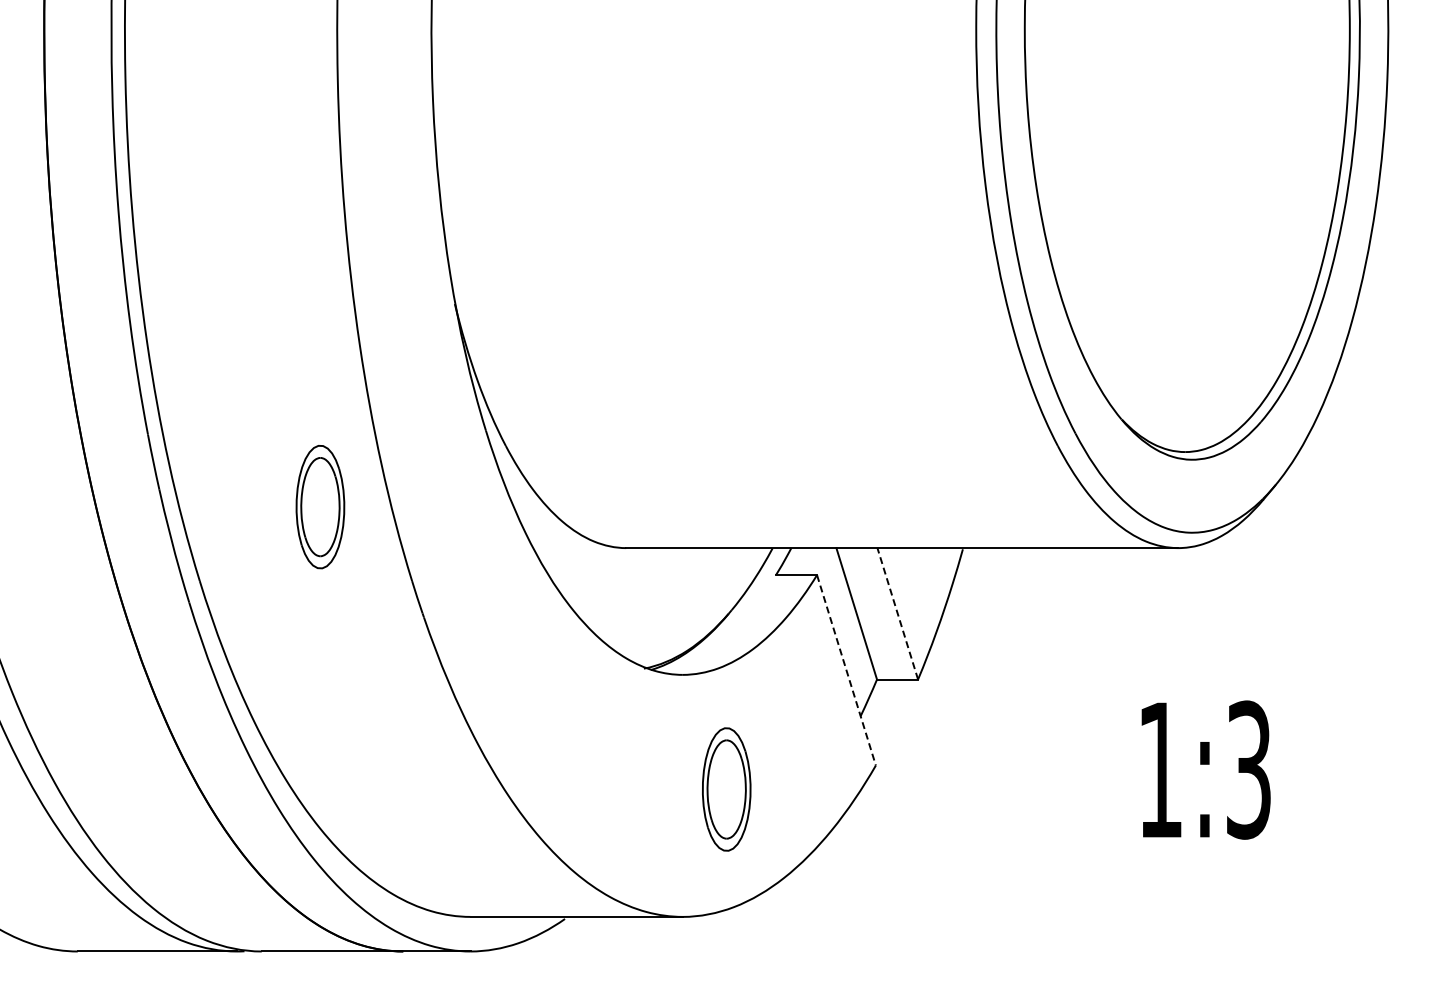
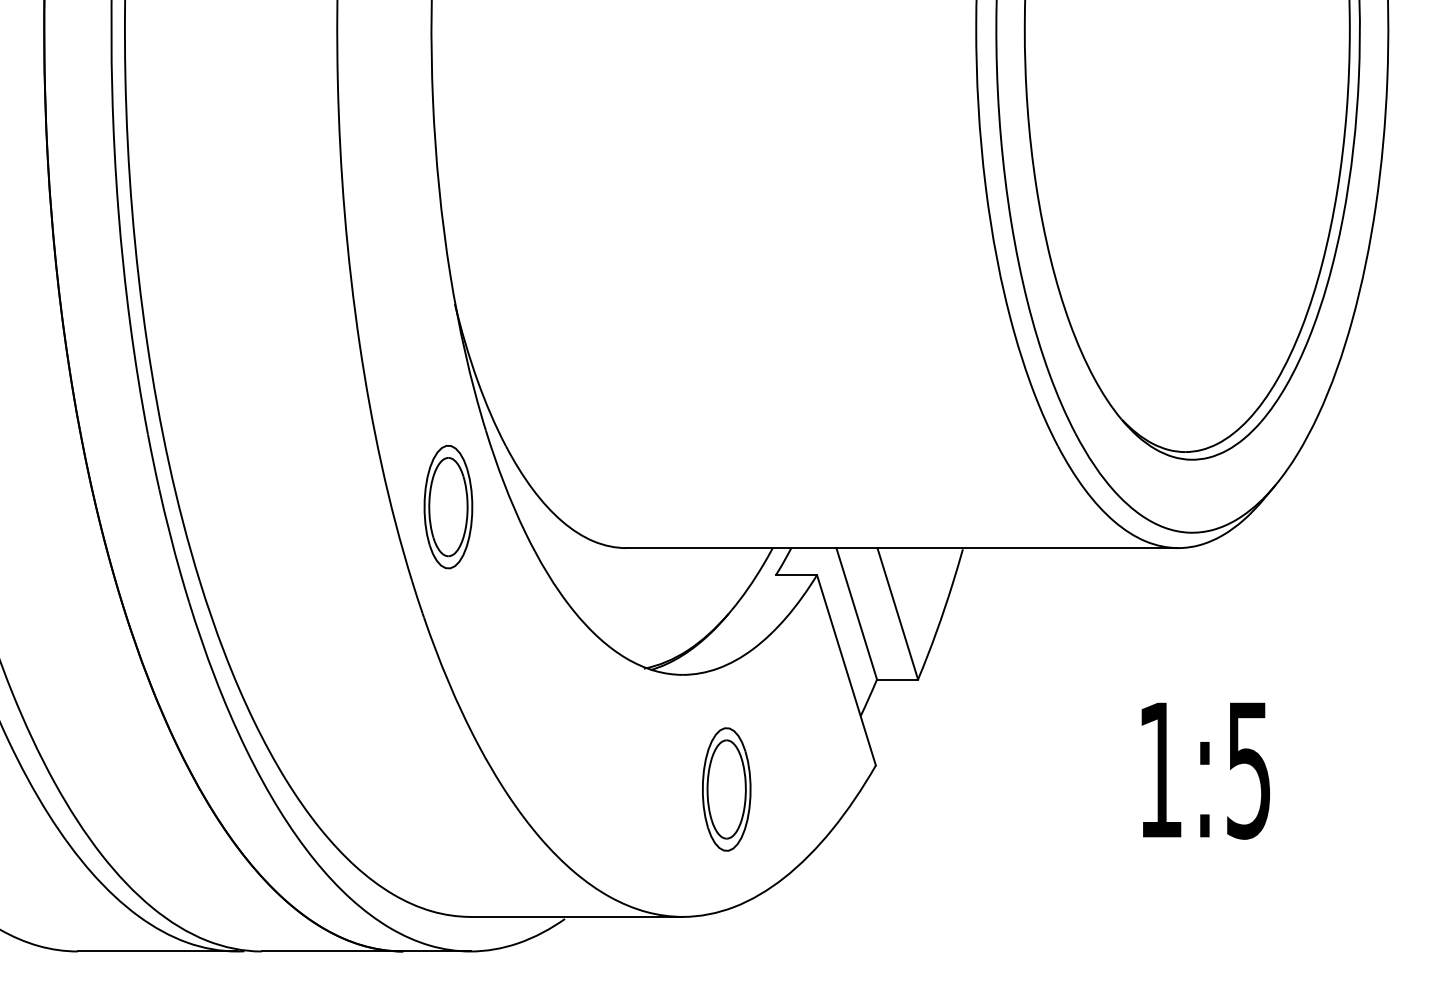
part at (320, 507) position: (320, 507) -> (448, 507)
line at (897, 613): dashed -> solid
line at (846, 670): dashed -> solid
text at (1248, 769): 1:3 -> 1:5
